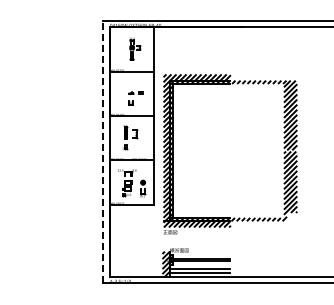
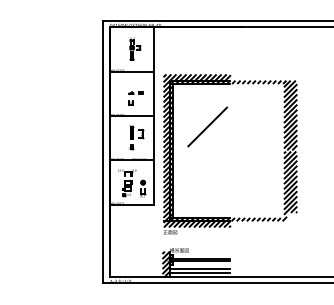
line at (207, 126): none -> present
part at (130, 137) position: (130, 137) -> (136, 137)
line at (103, 151): dashed -> solid
